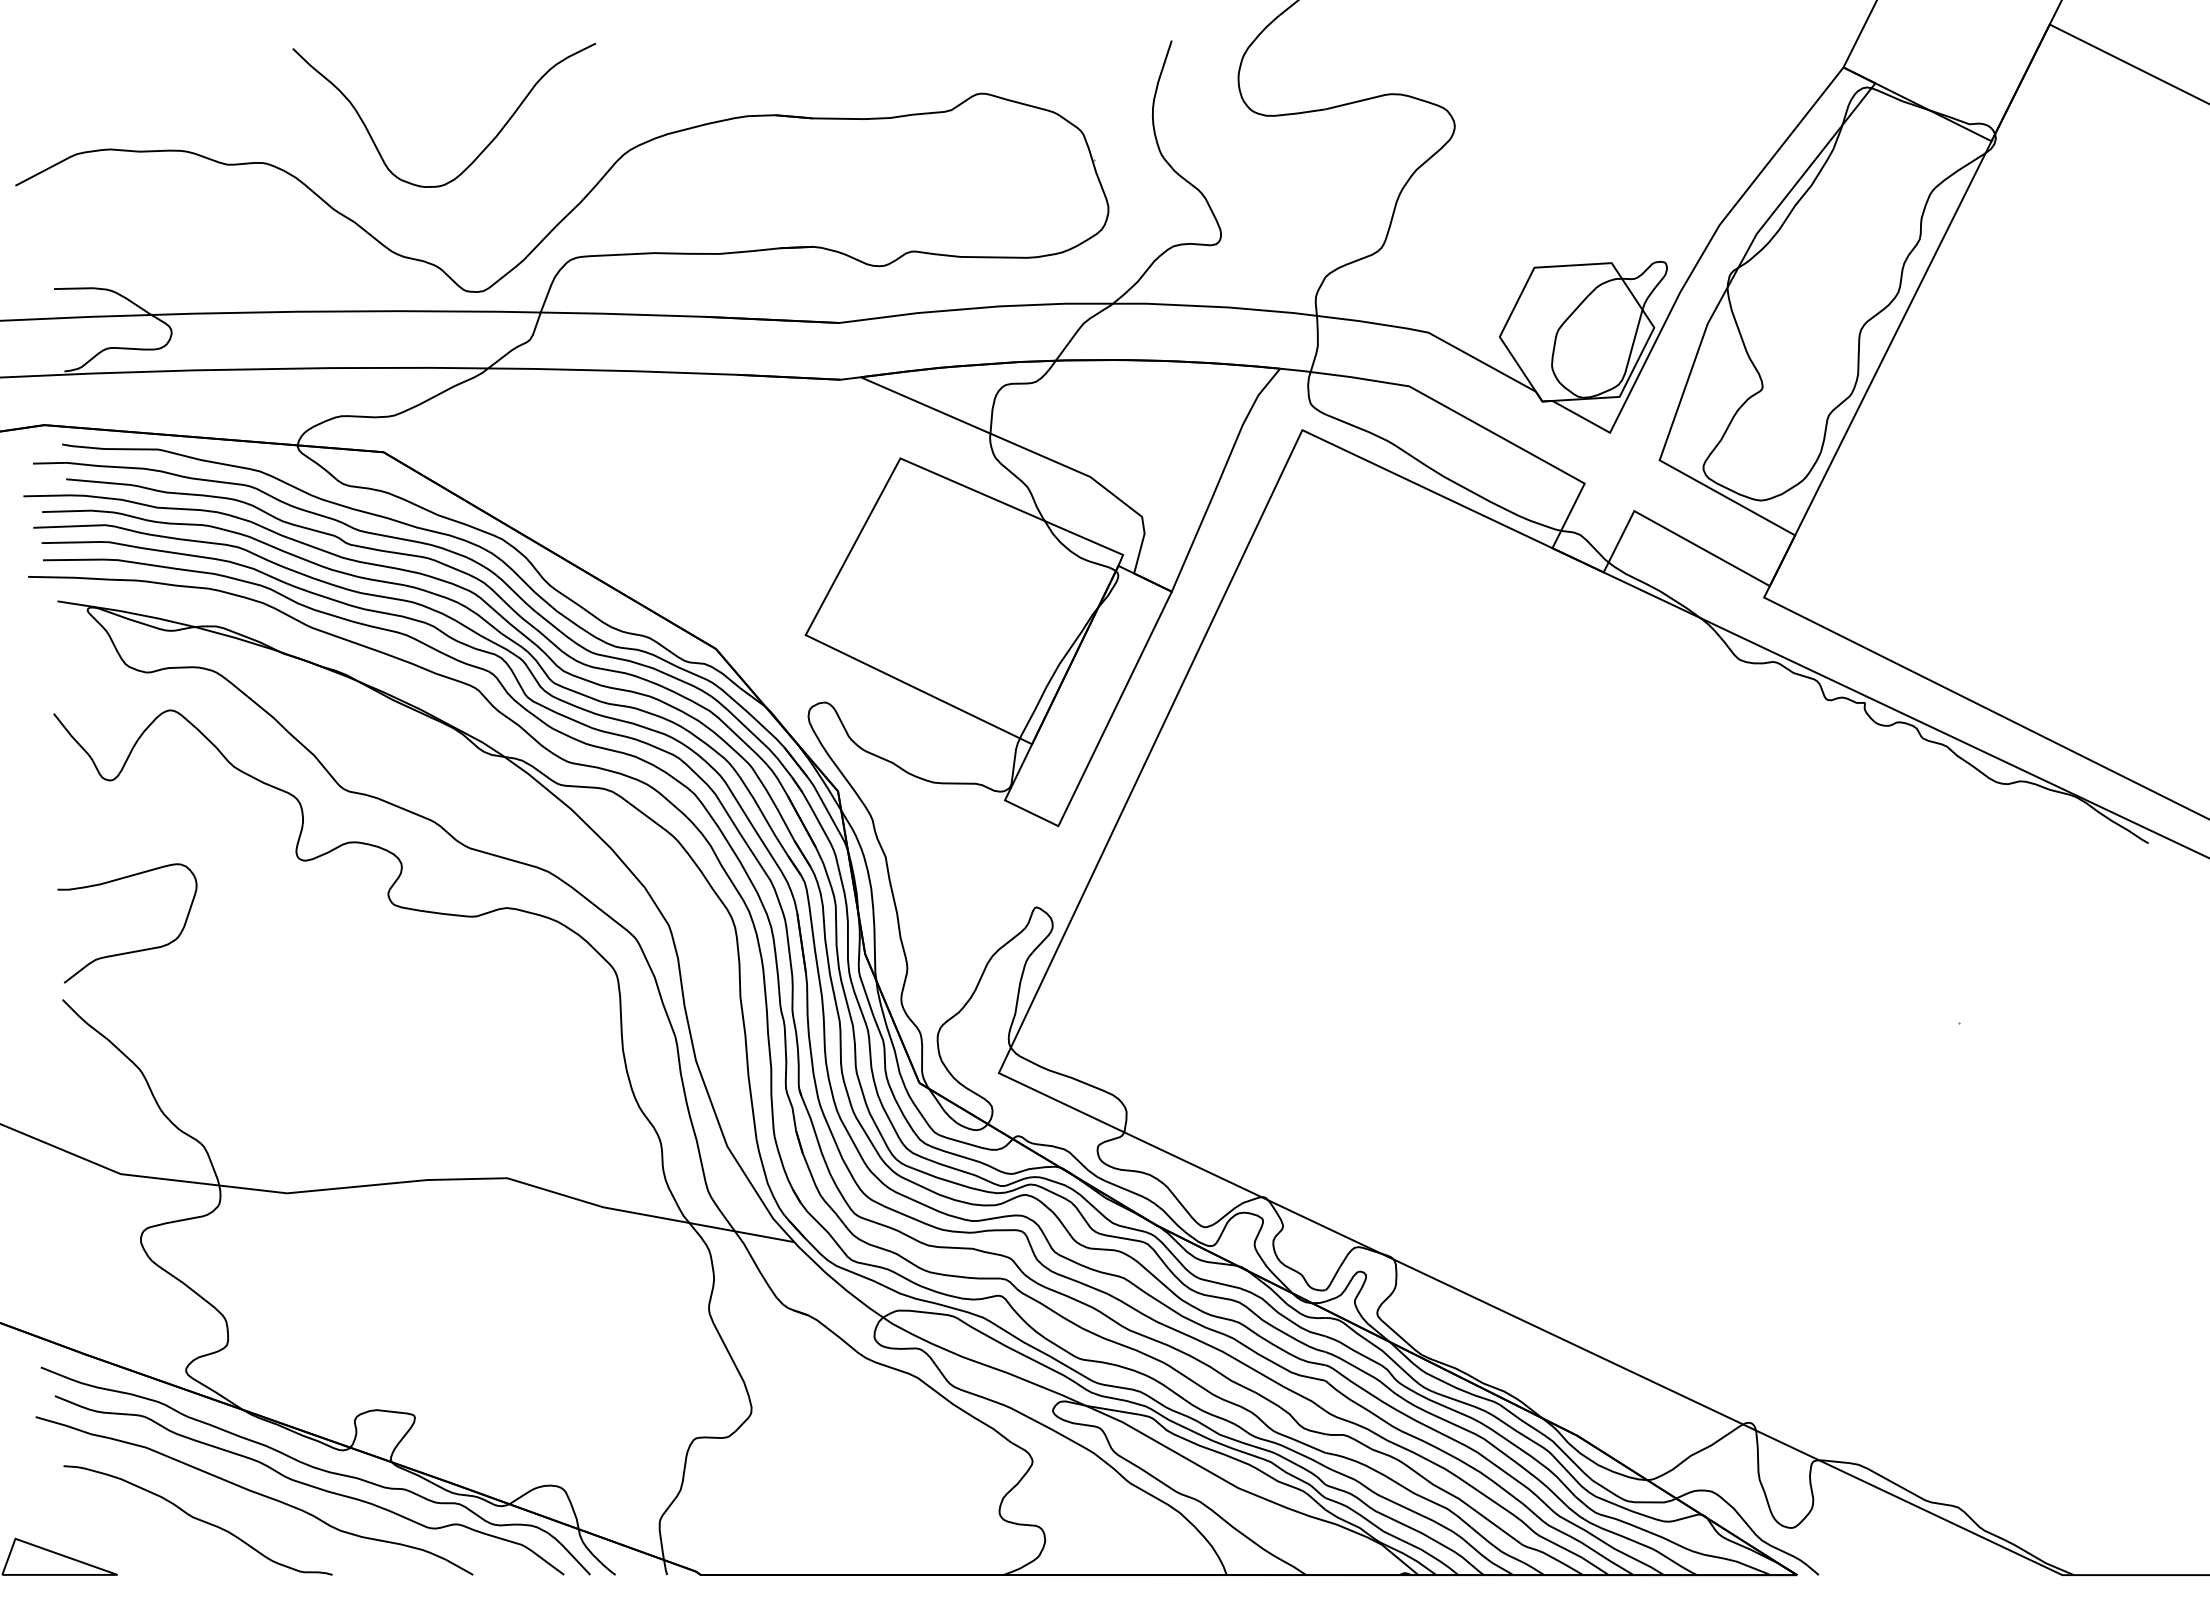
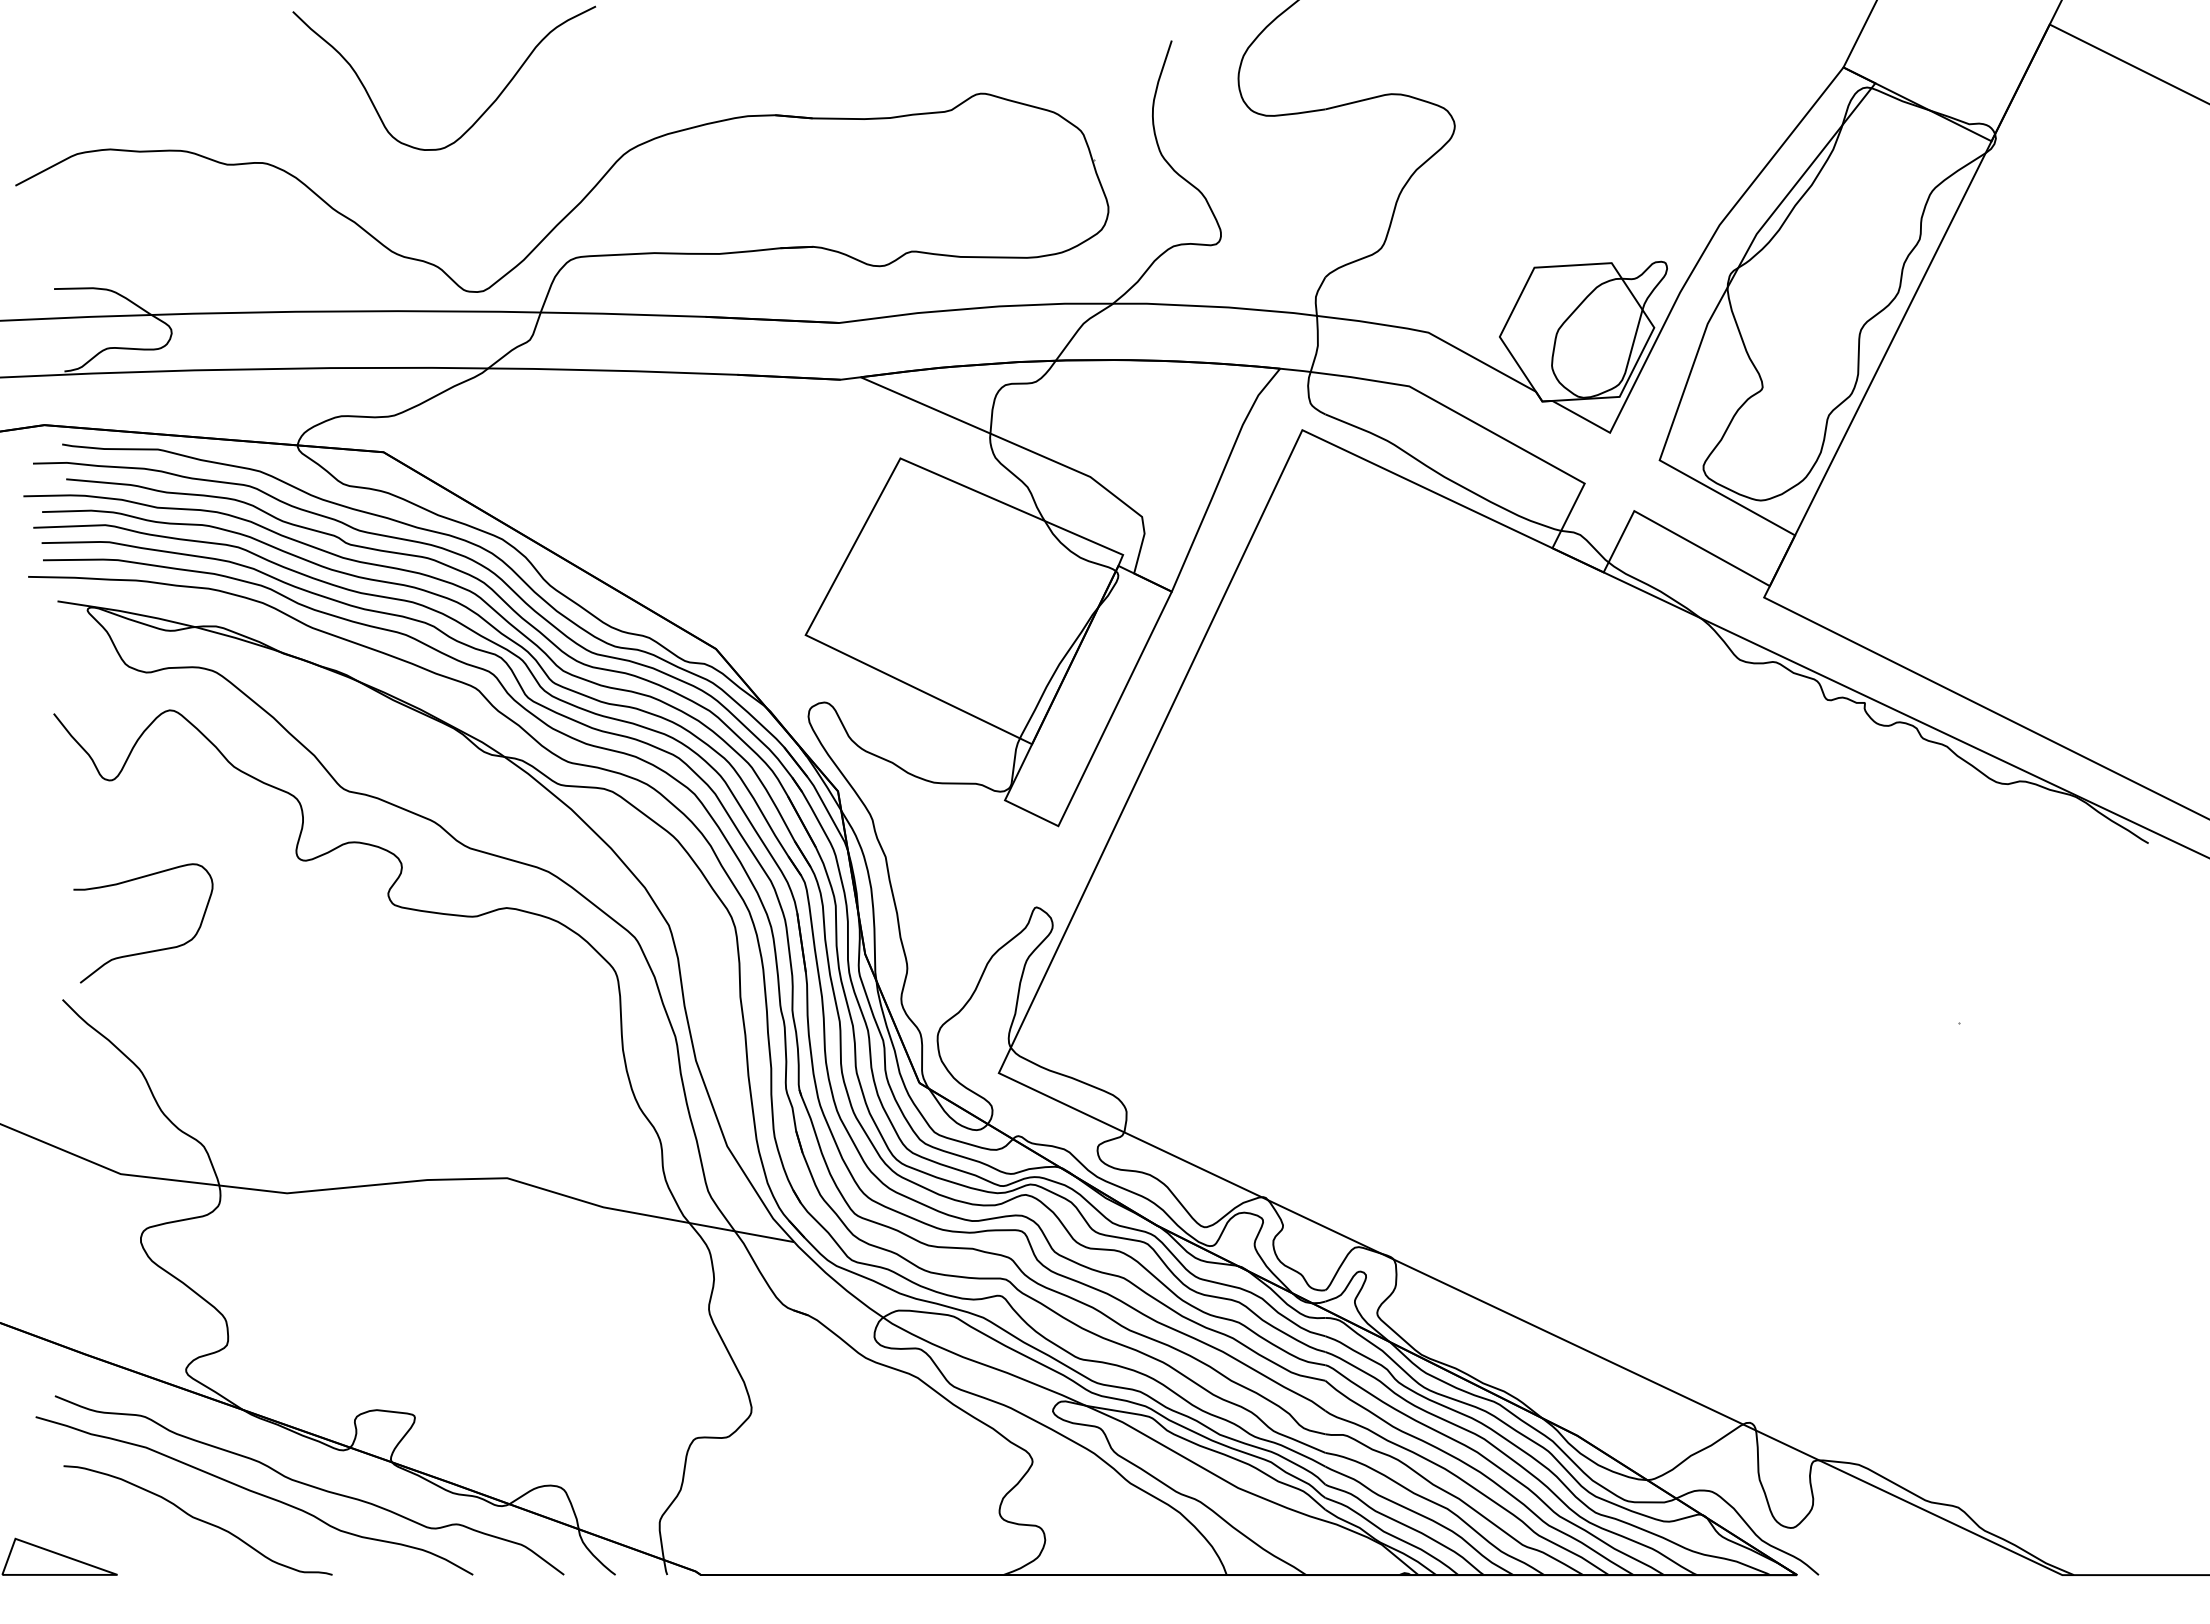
curve at (481, 151) position: (481, 151) -> (481, 114)
curve at (134, 950) position: (134, 950) -> (150, 950)
curve at (316, 1469): present -> none
